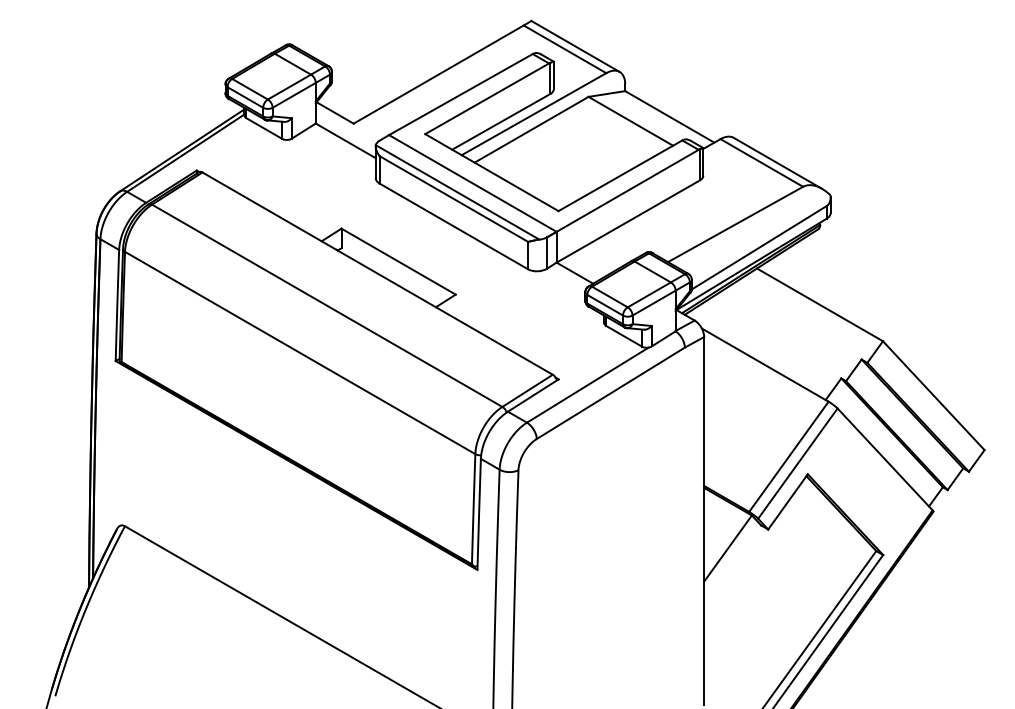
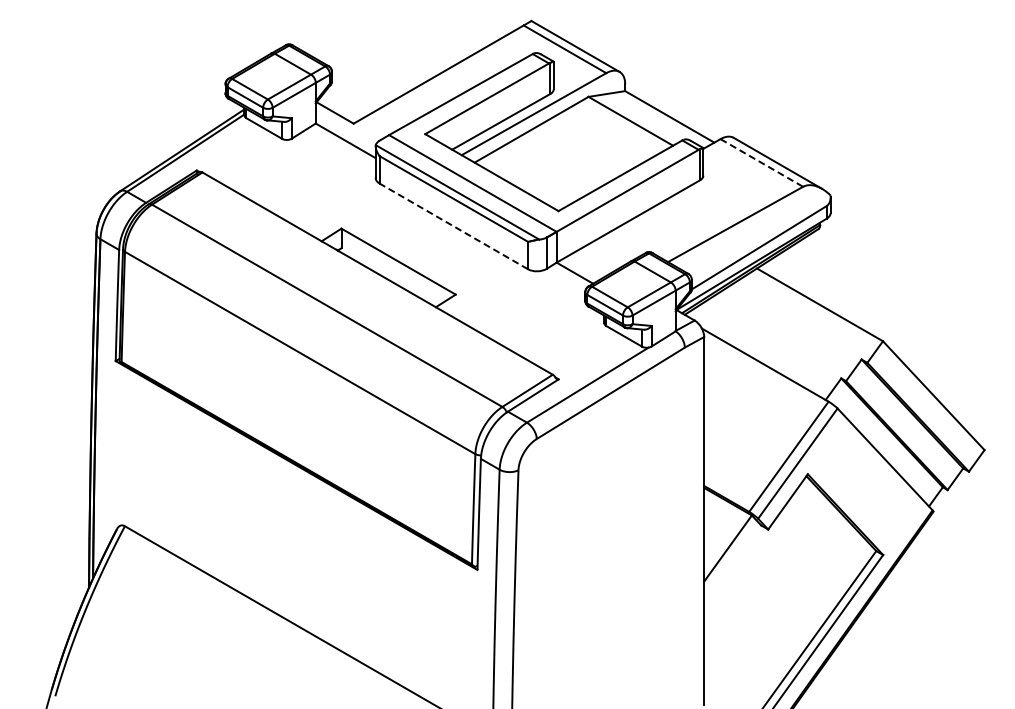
line at (761, 162): solid -> dashed
line at (453, 226): solid -> dashed
